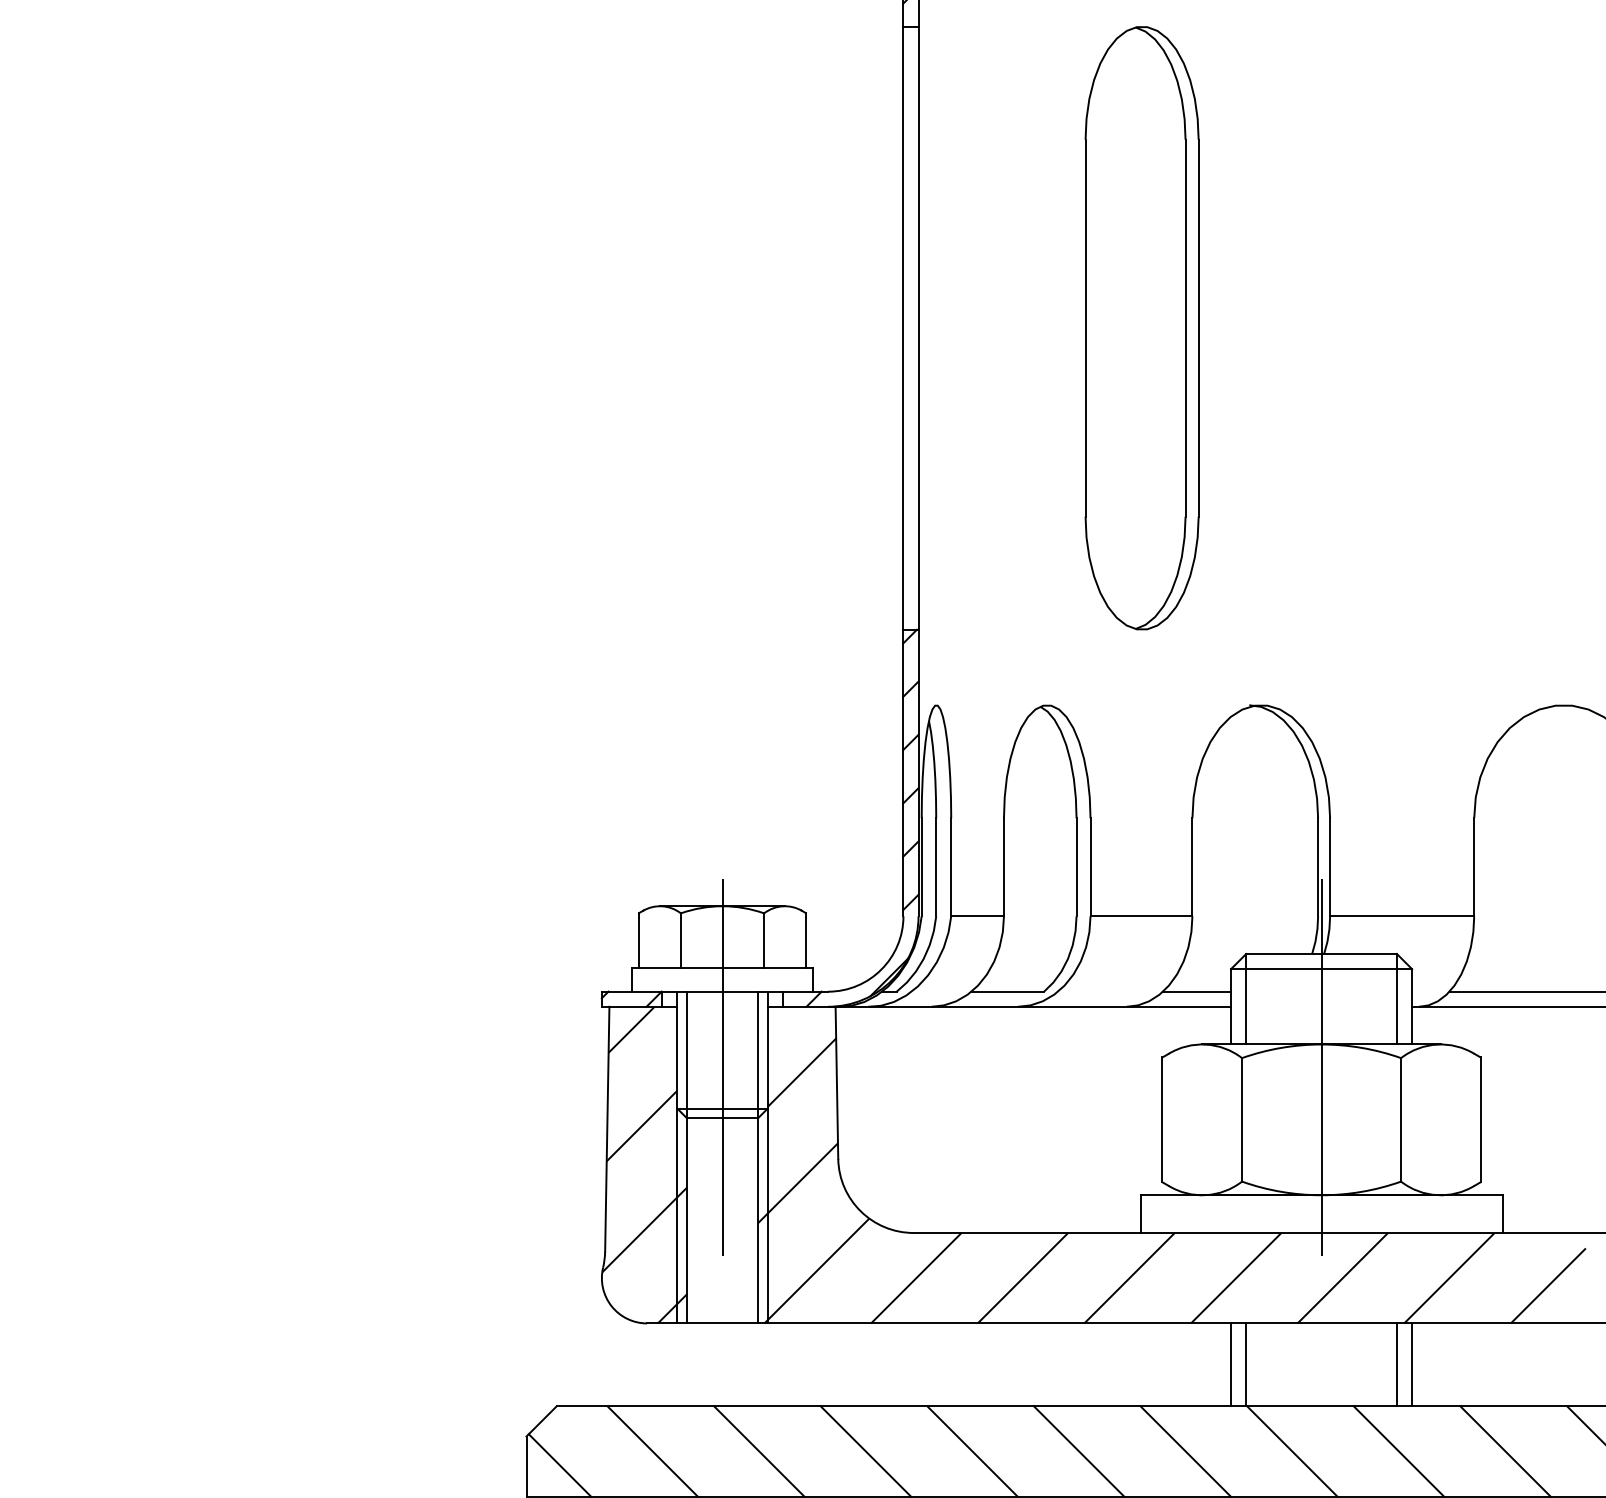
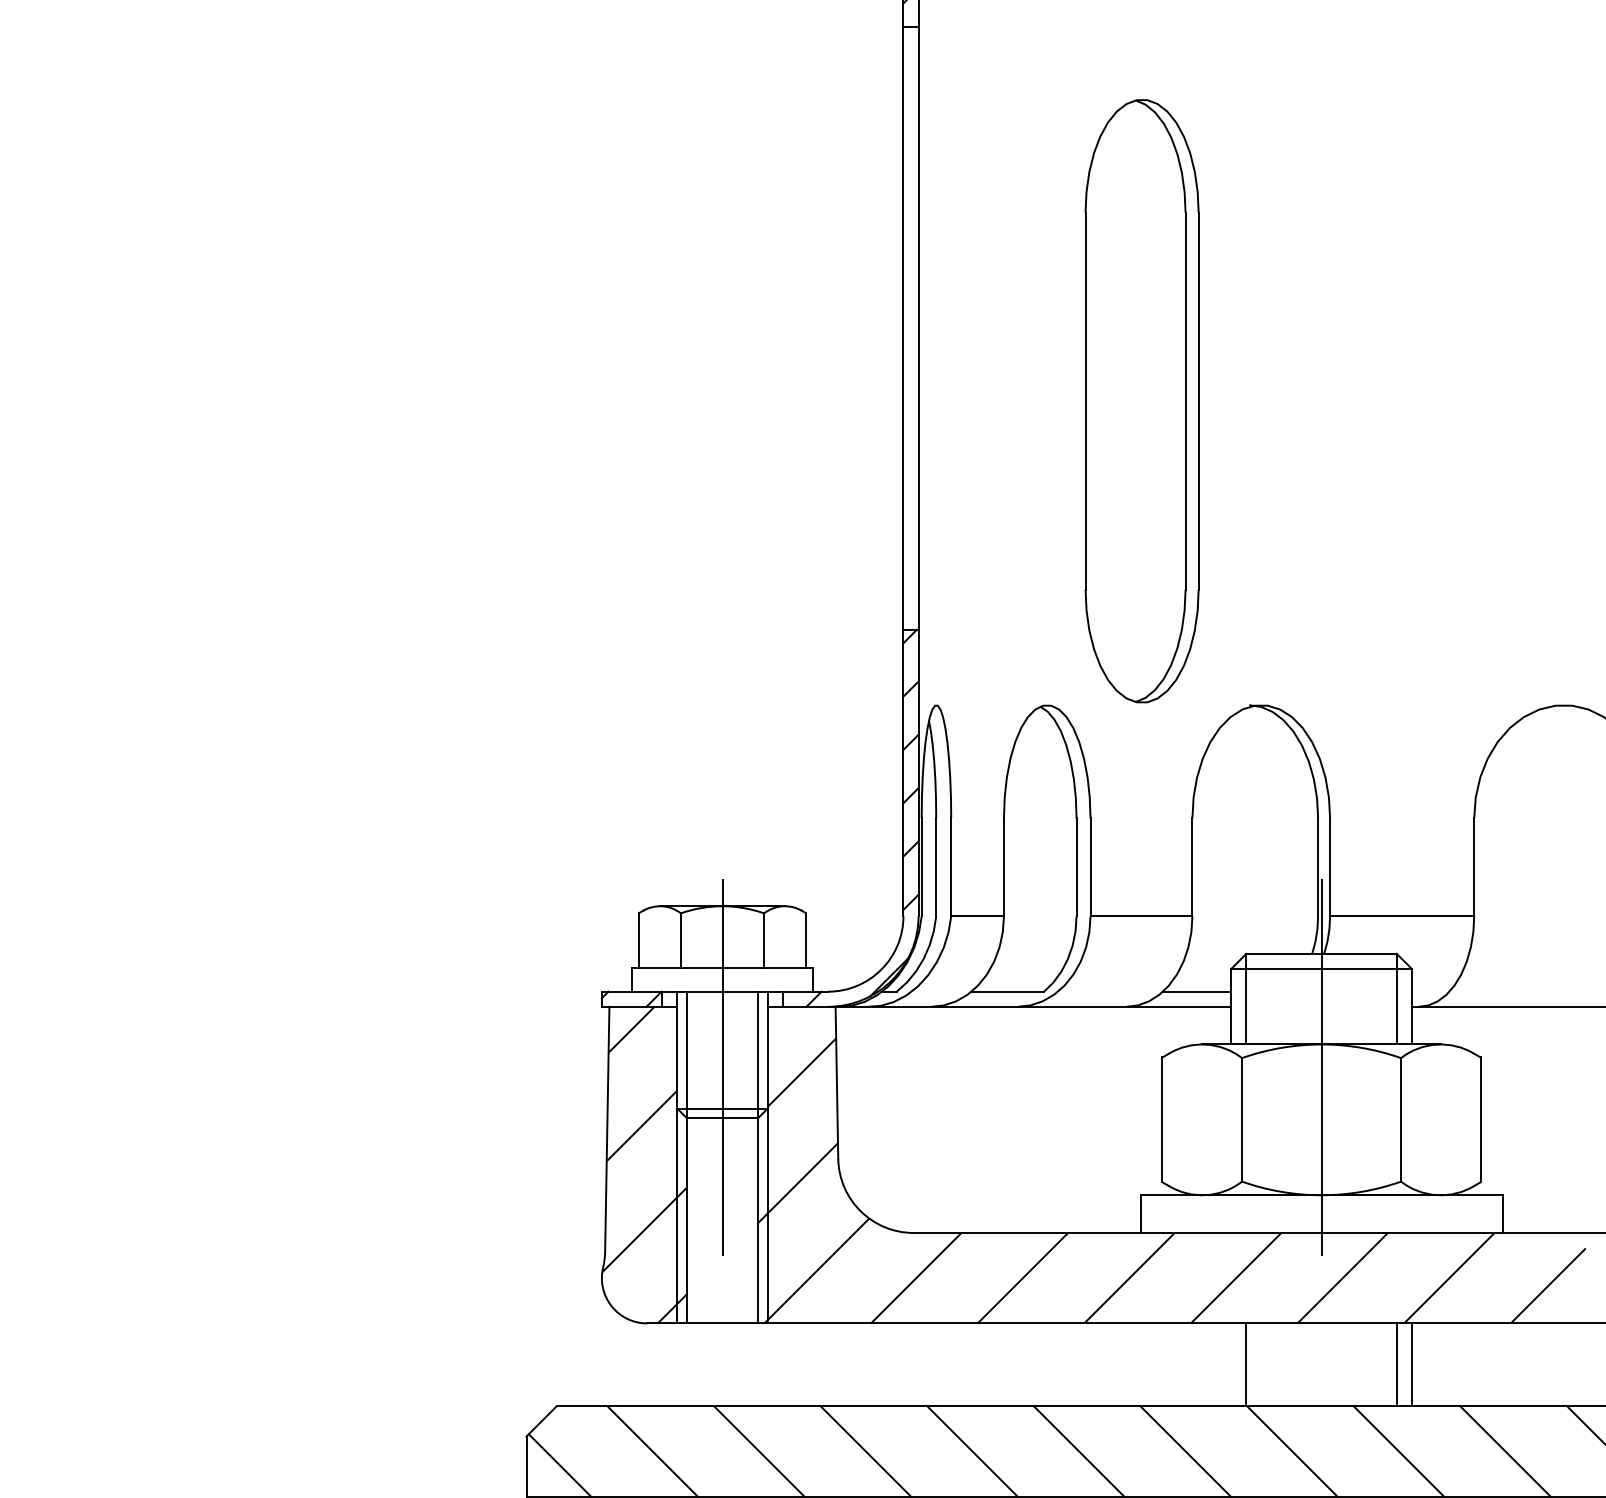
part at (1141, 328) position: (1141, 328) -> (1141, 401)
line at (1525, 991): present -> none
line at (1231, 1364): present -> none
